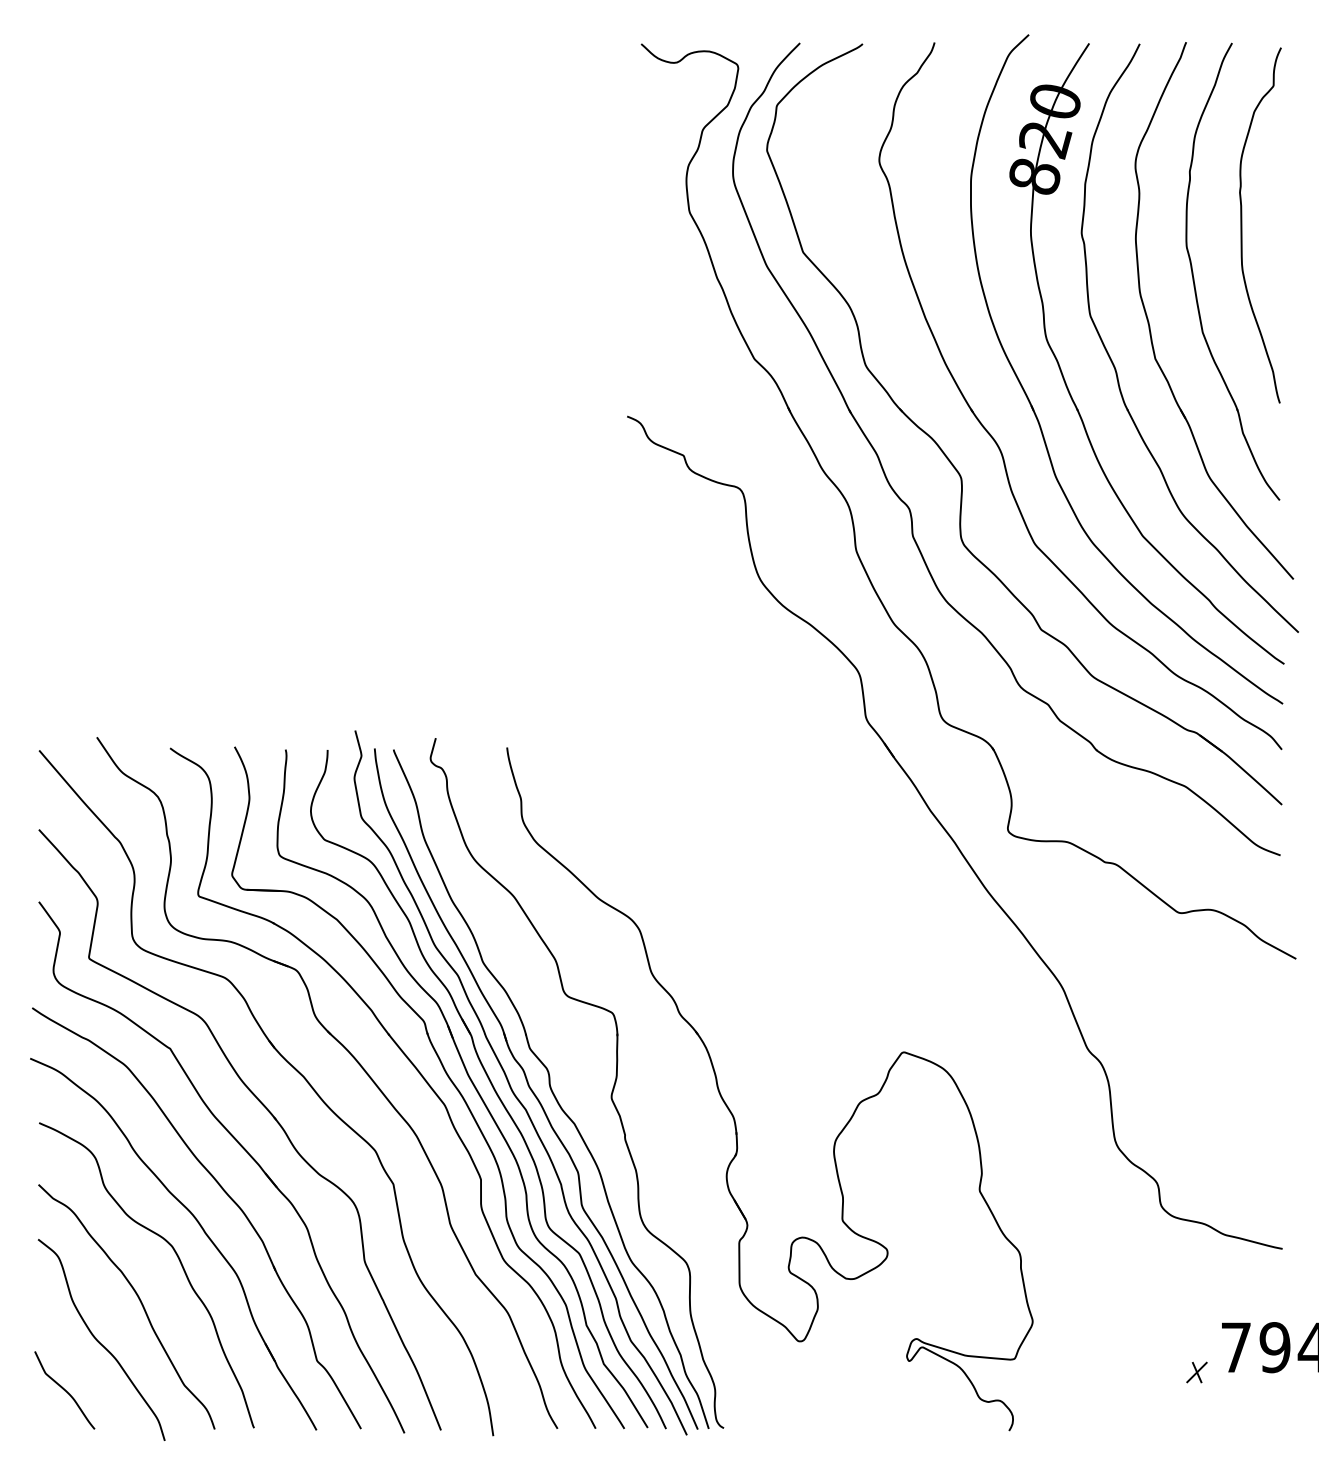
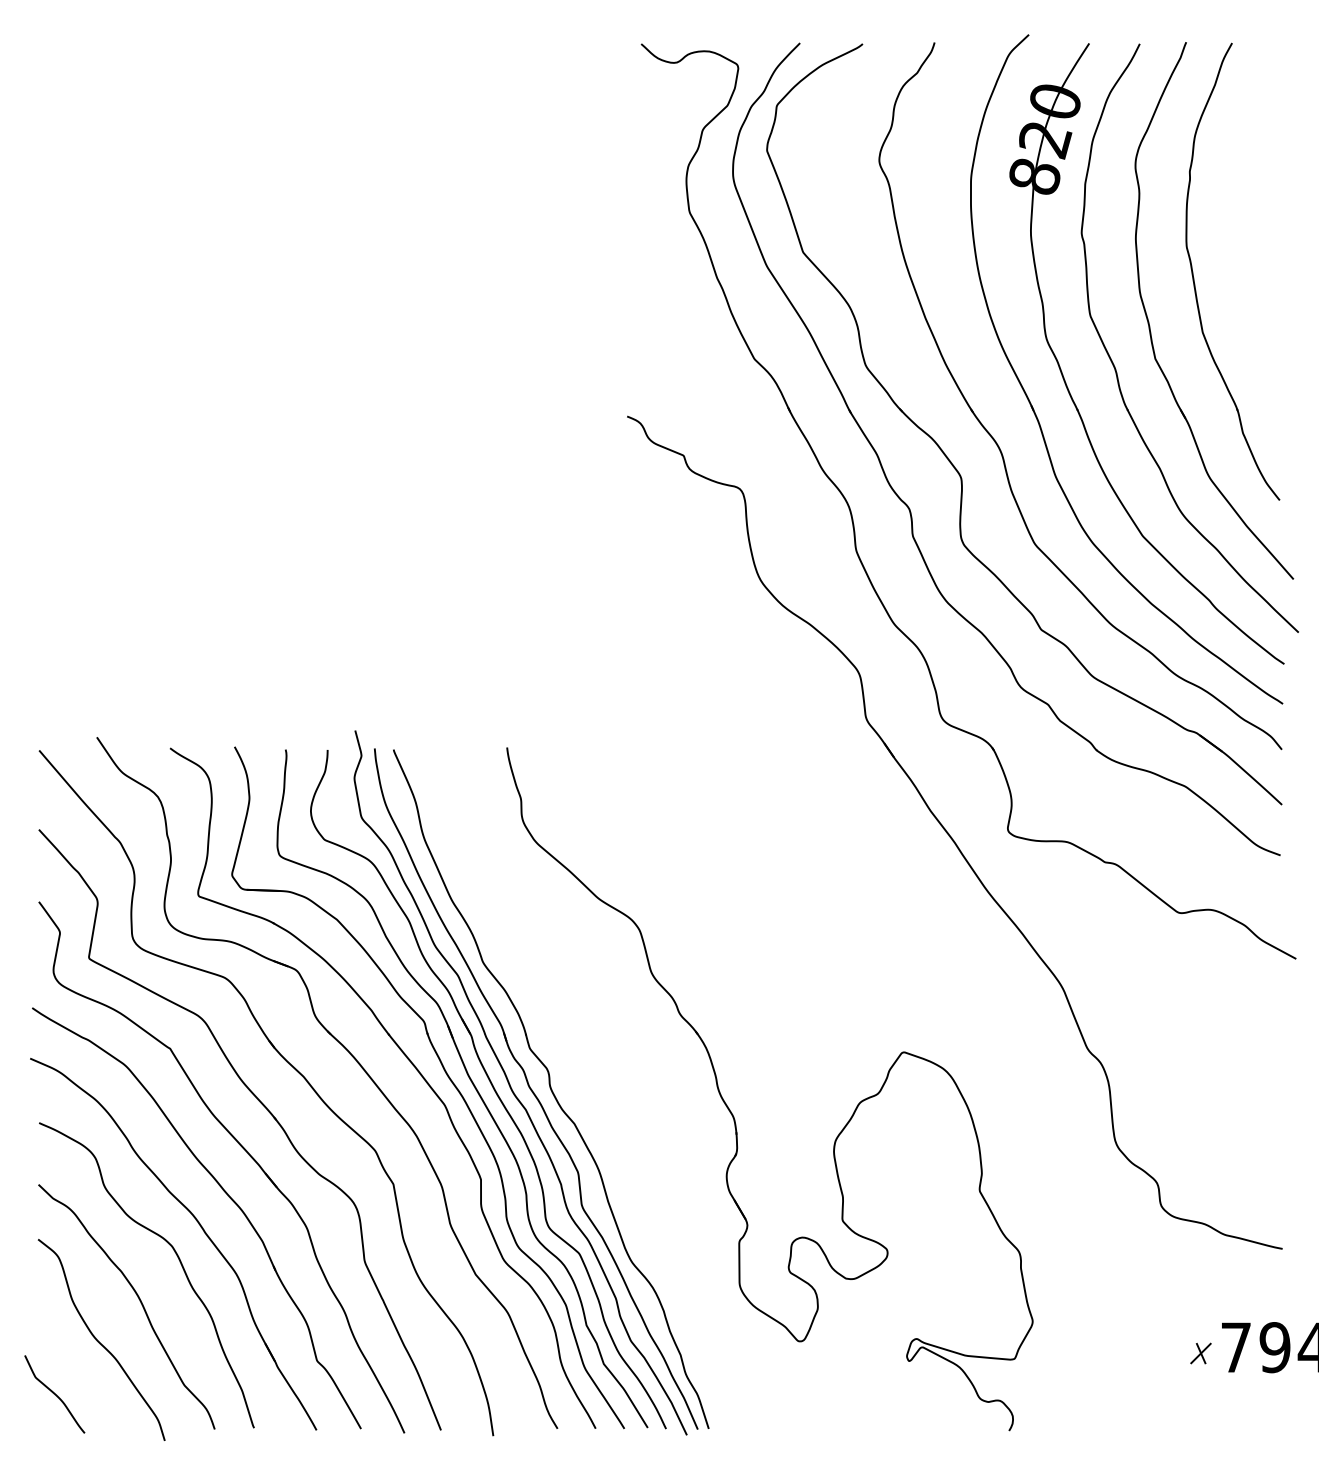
curve at (1242, 225): present -> none
part at (611, 1091): present -> none
part at (1196, 1372) position: (1196, 1372) -> (1200, 1353)
curve at (64, 1390) position: (64, 1390) -> (54, 1394)
